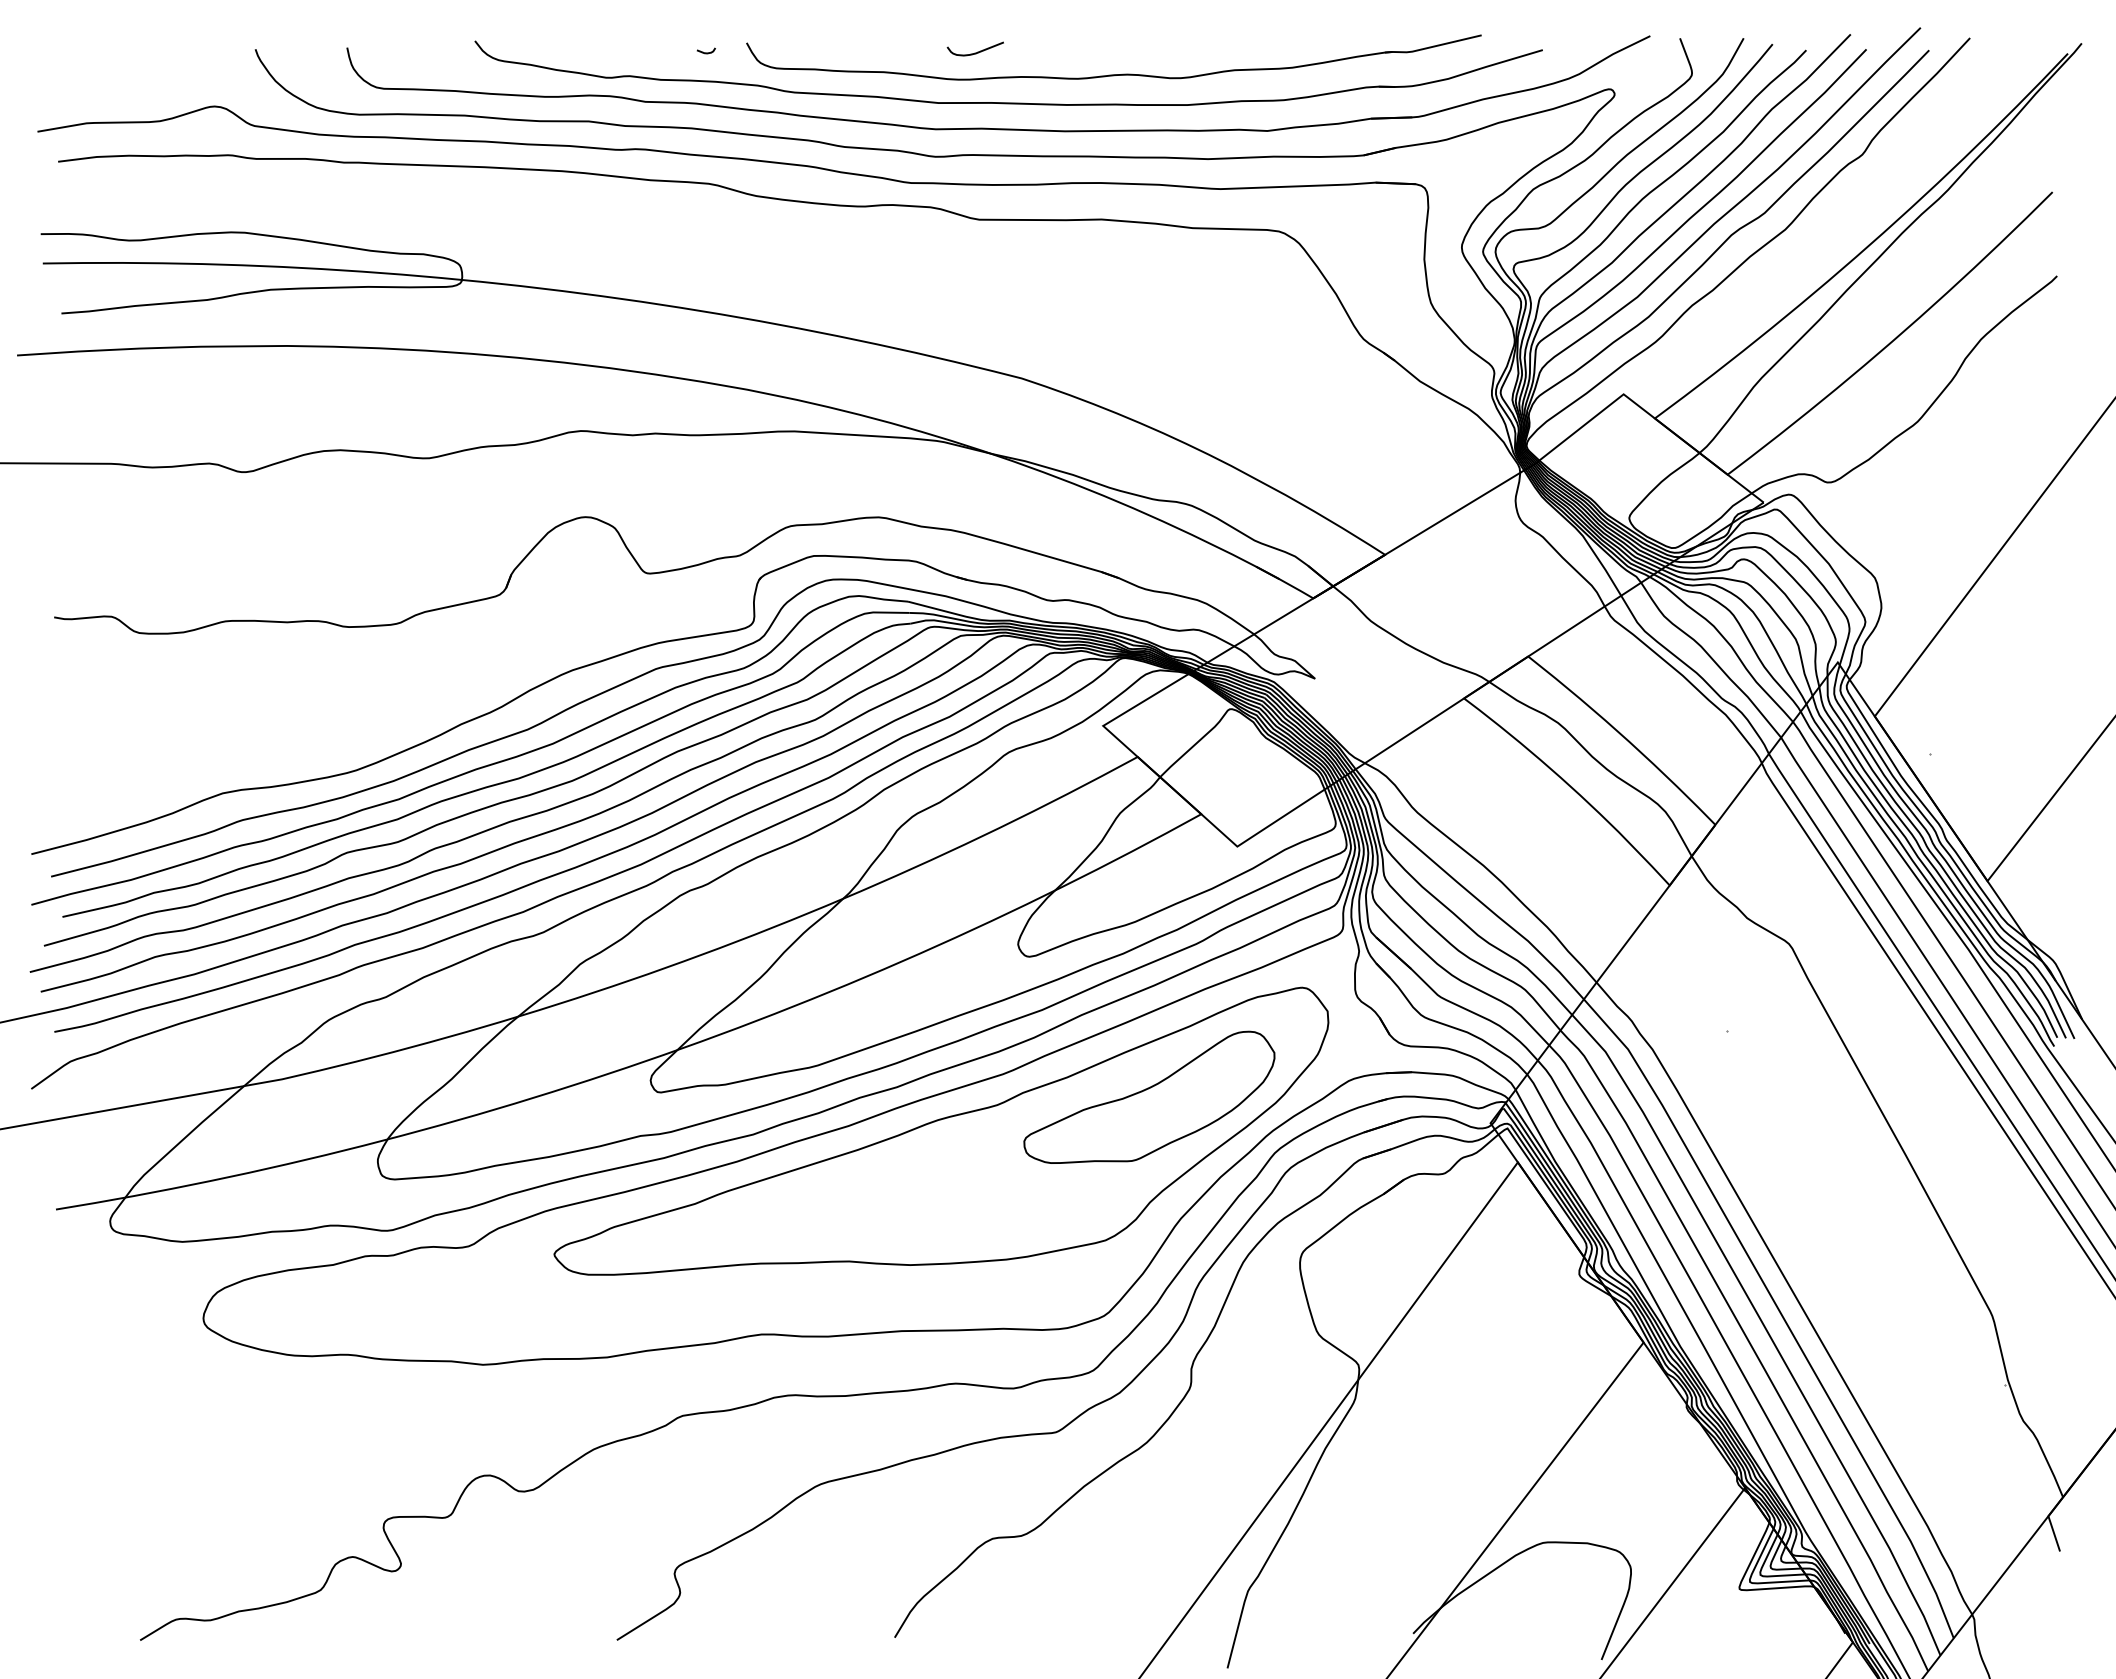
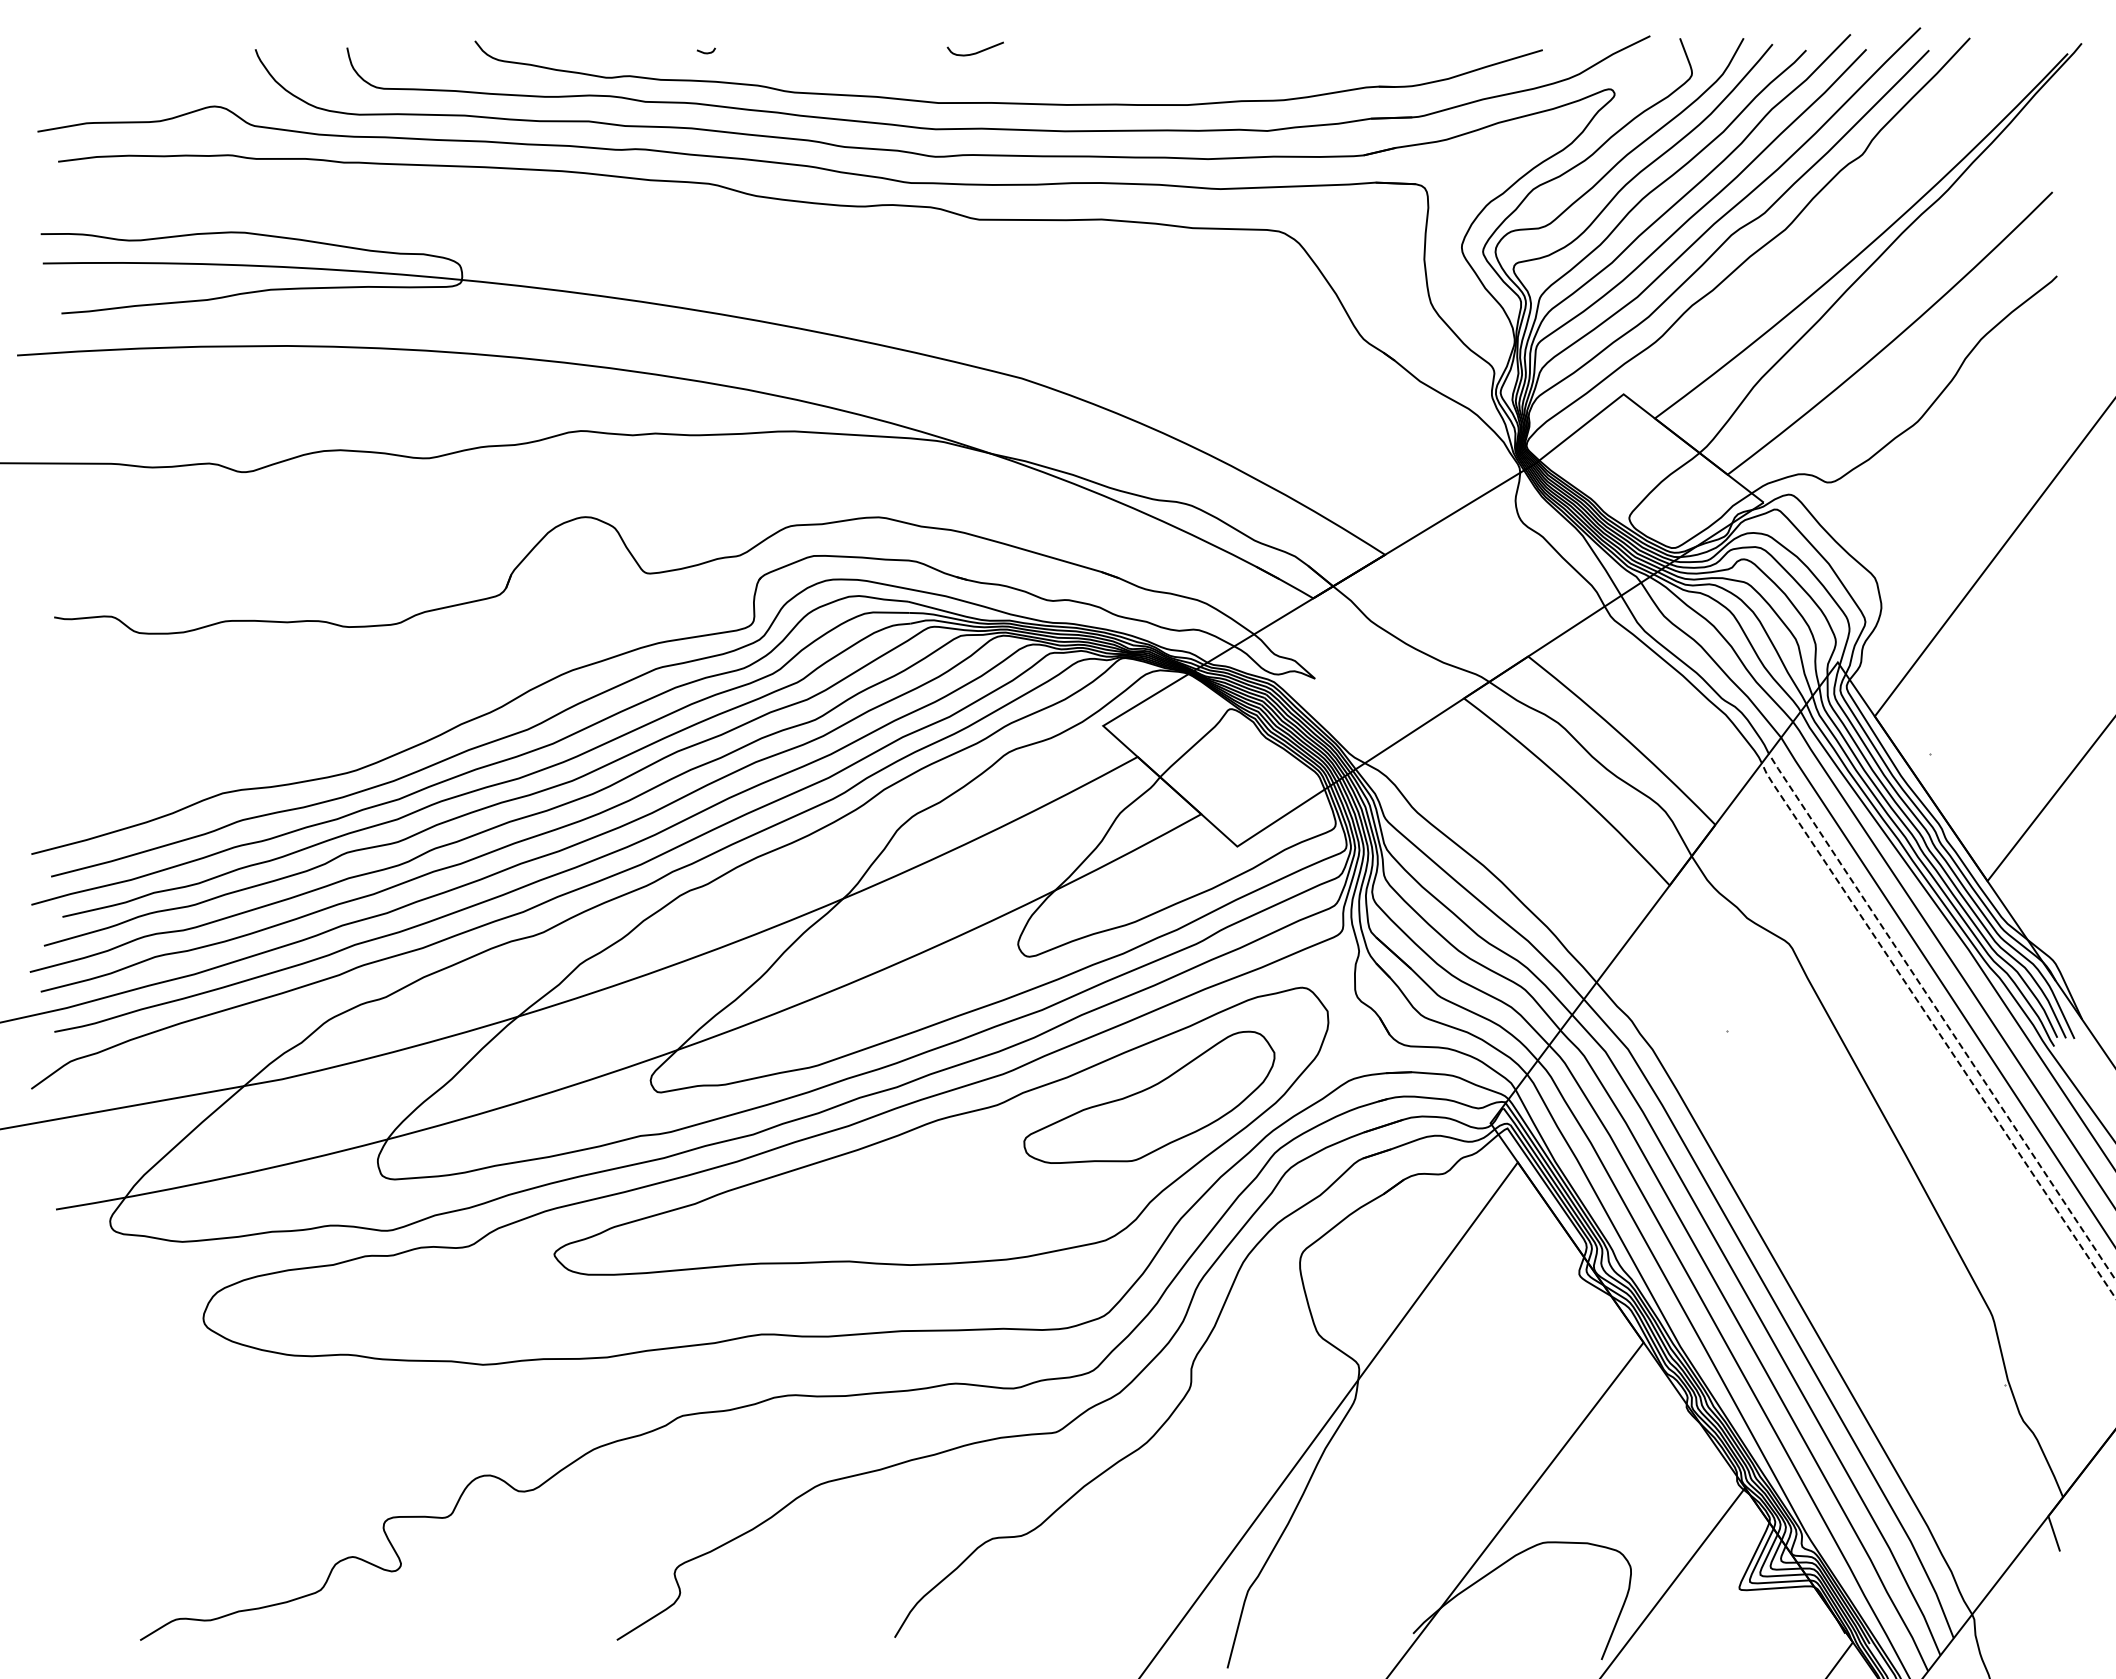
part at (1113, 74): present -> none
line at (1940, 1015): solid -> dashed
line at (1936, 1029): solid -> dashed
